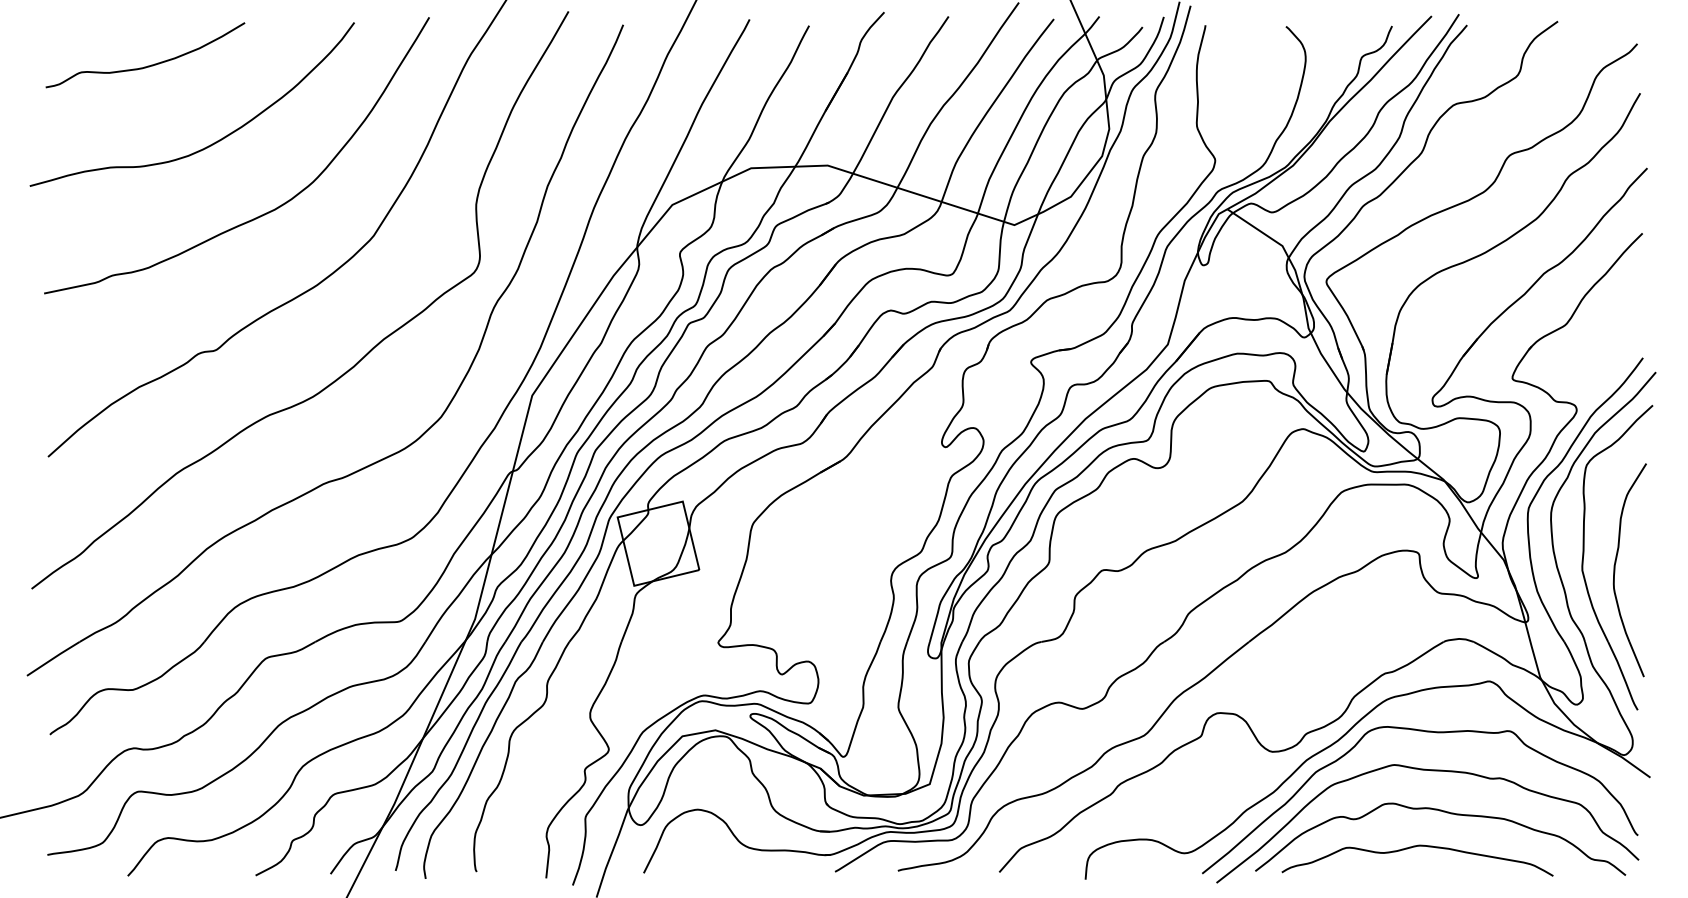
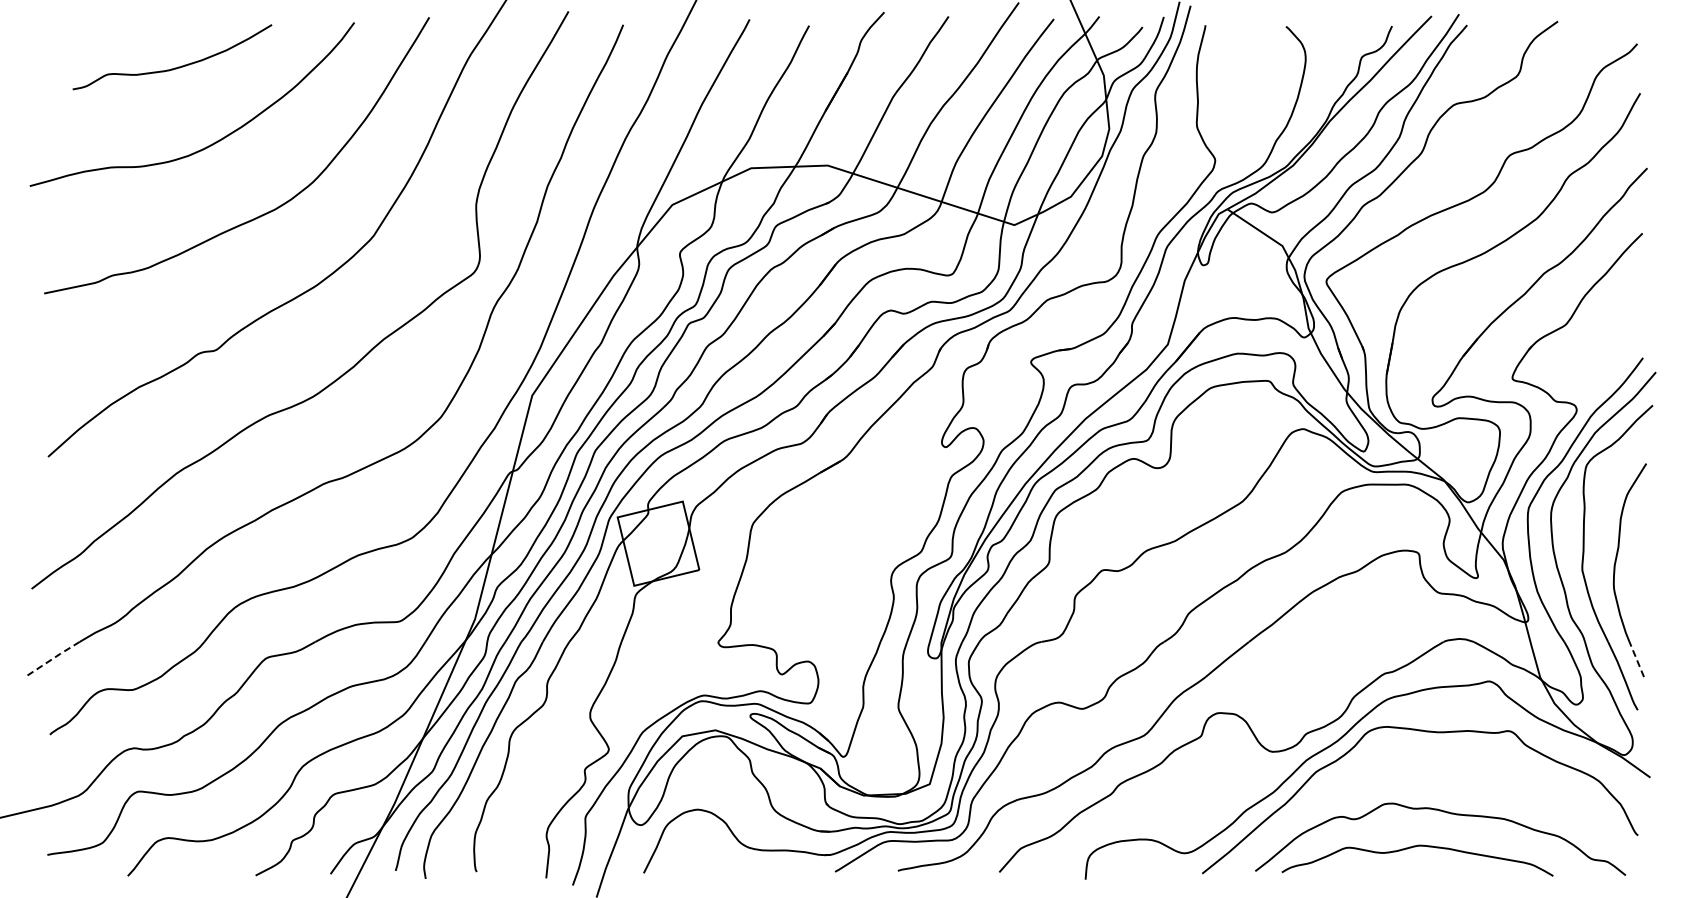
curve at (147, 65) position: (147, 65) -> (174, 67)
line at (53, 658): solid -> dashed
line at (1636, 659): solid -> dashed
curve at (1431, 771): present -> none
